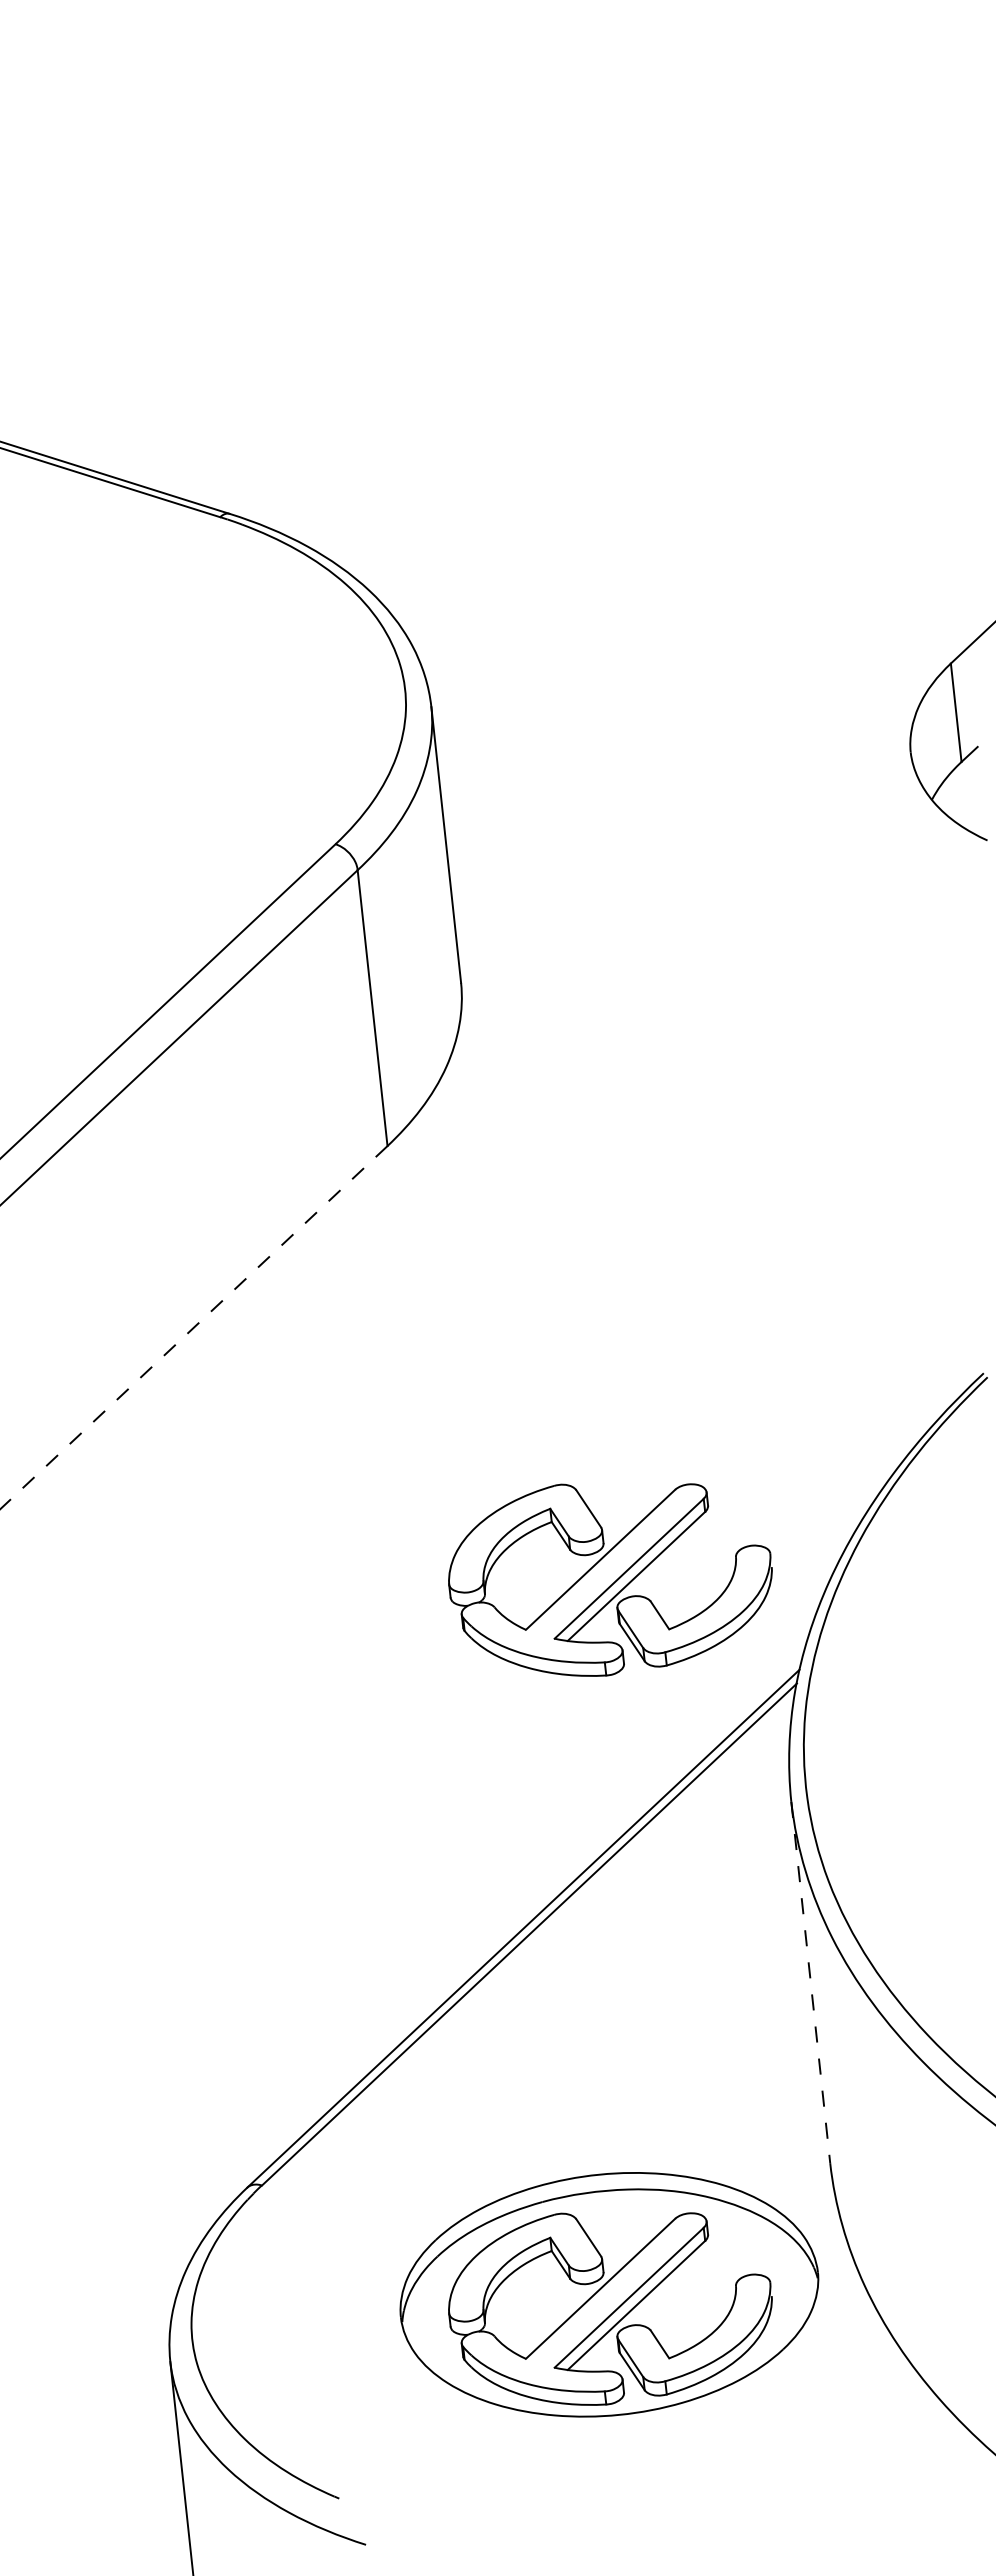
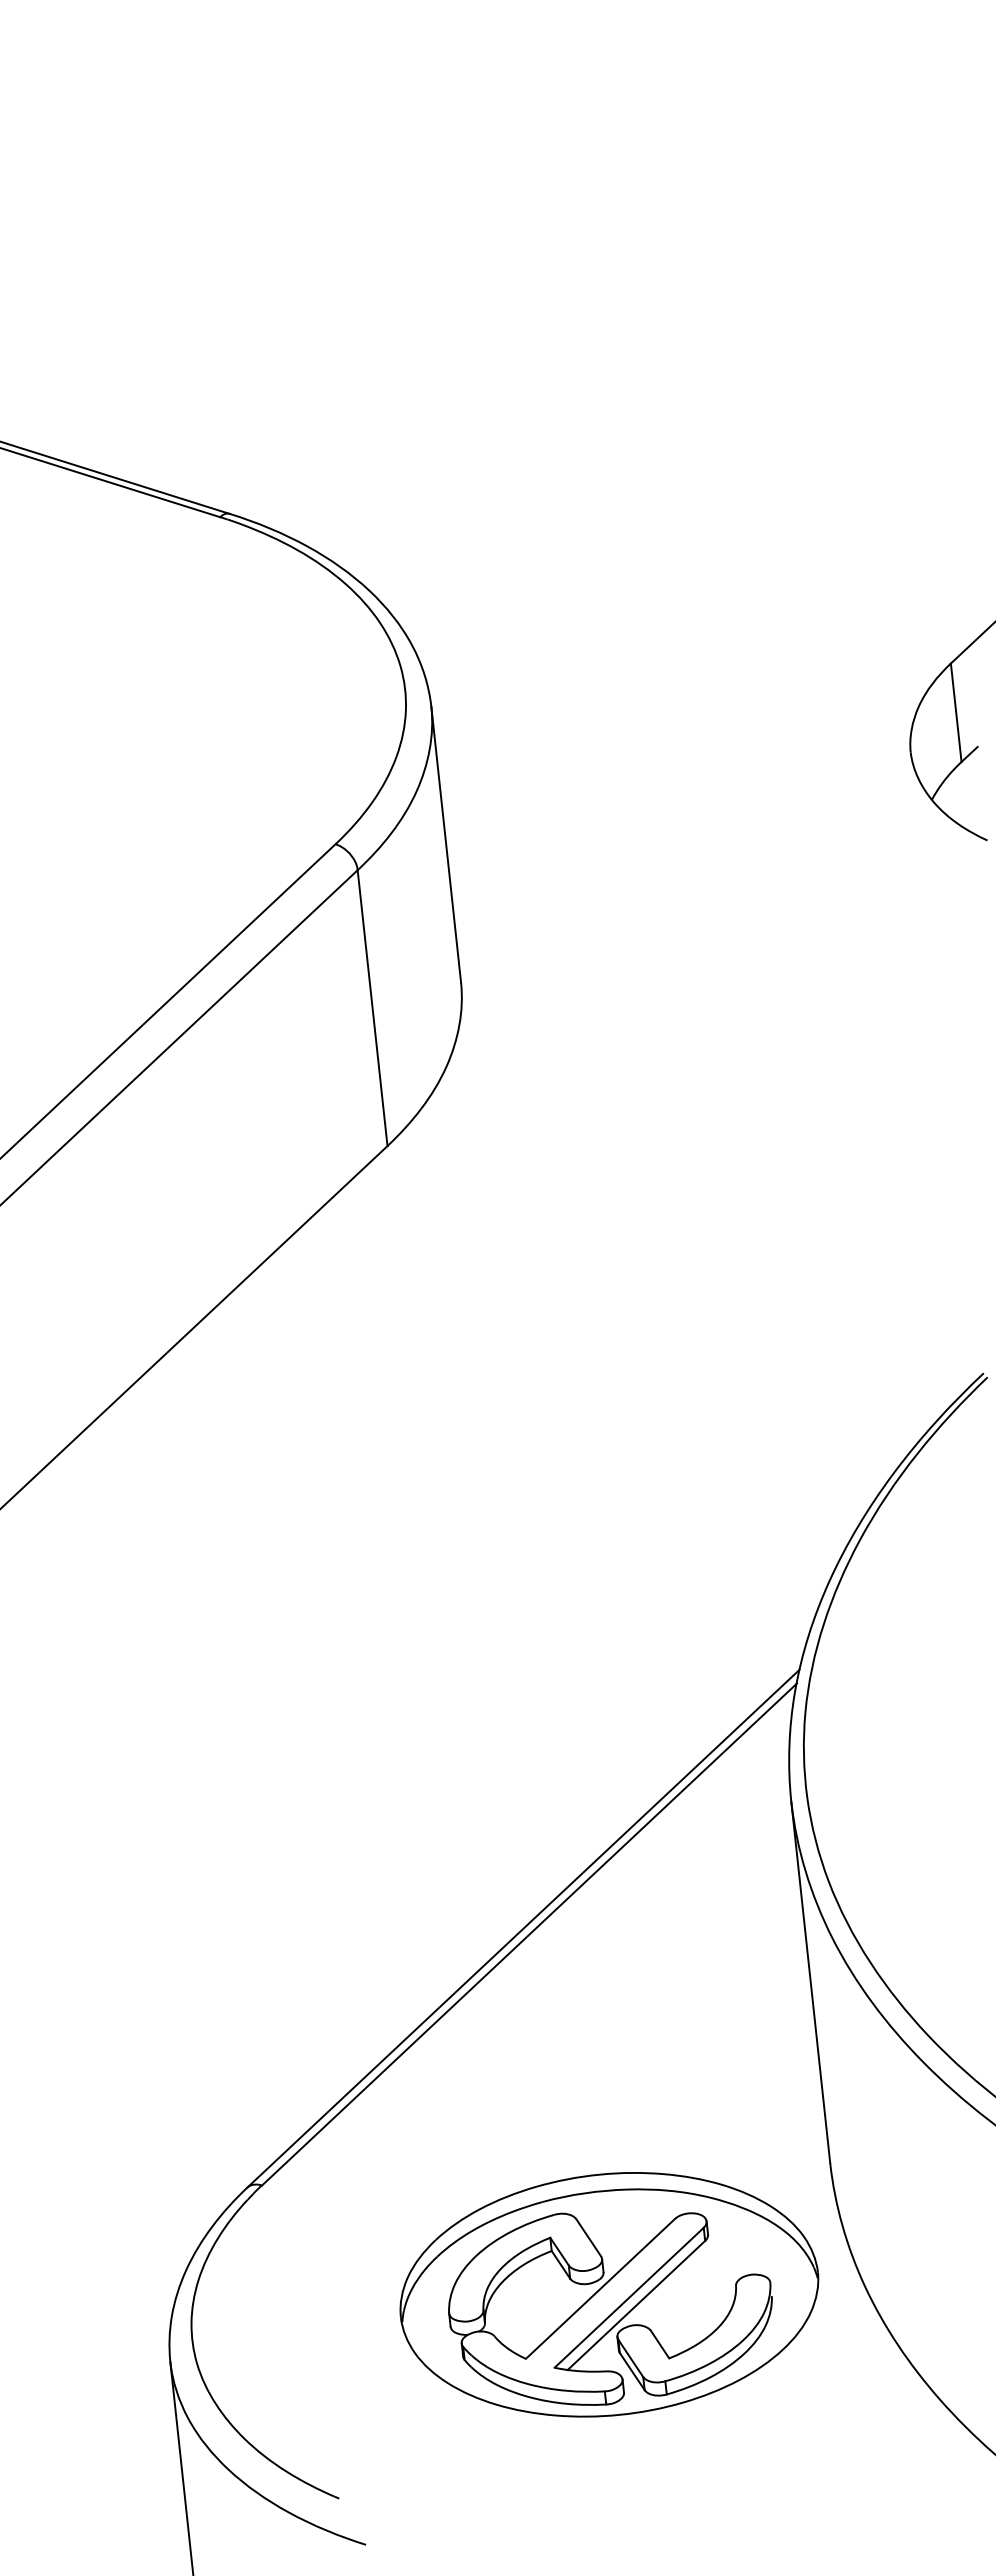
line at (193, 1327): dashed -> solid
part at (610, 1579): present -> none
line at (810, 1982): dashed -> solid
